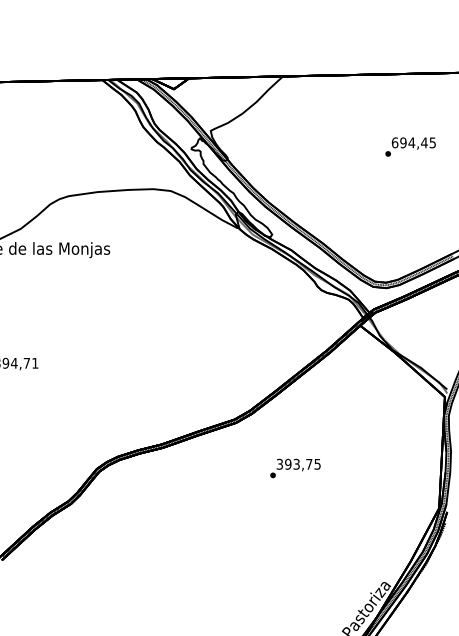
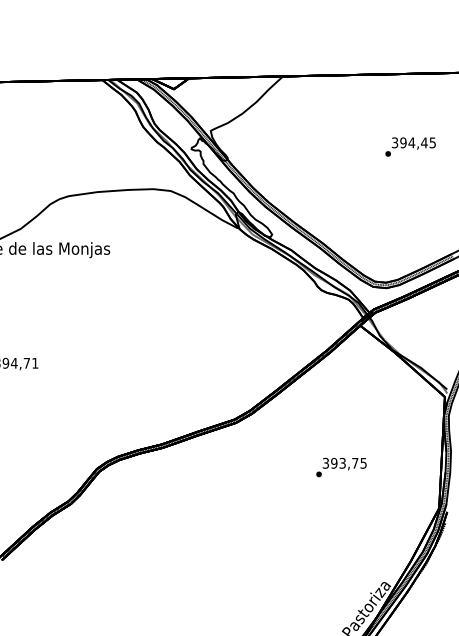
text at (394, 142): 694,45 -> 394,45
text at (295, 468) position: (295, 468) -> (341, 467)
